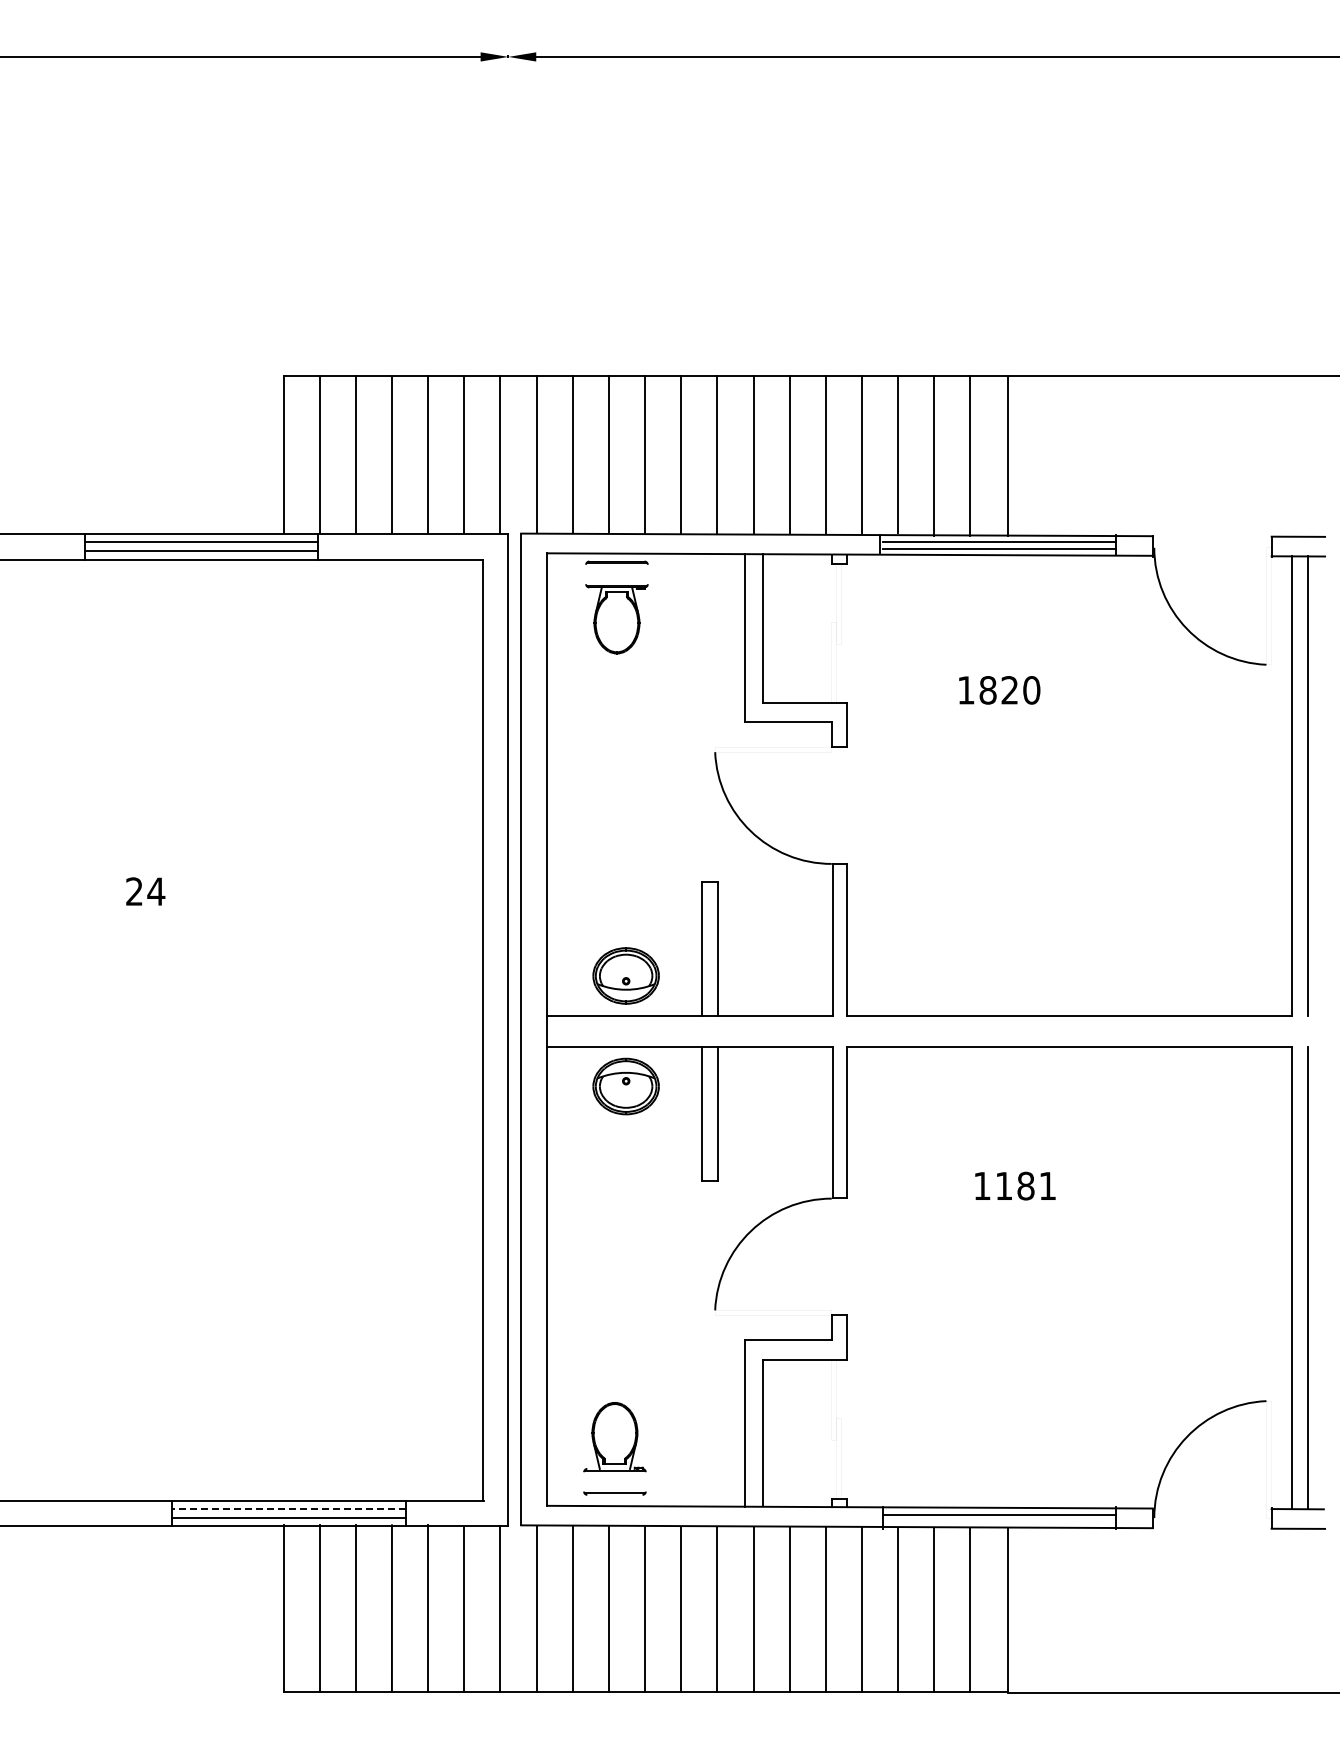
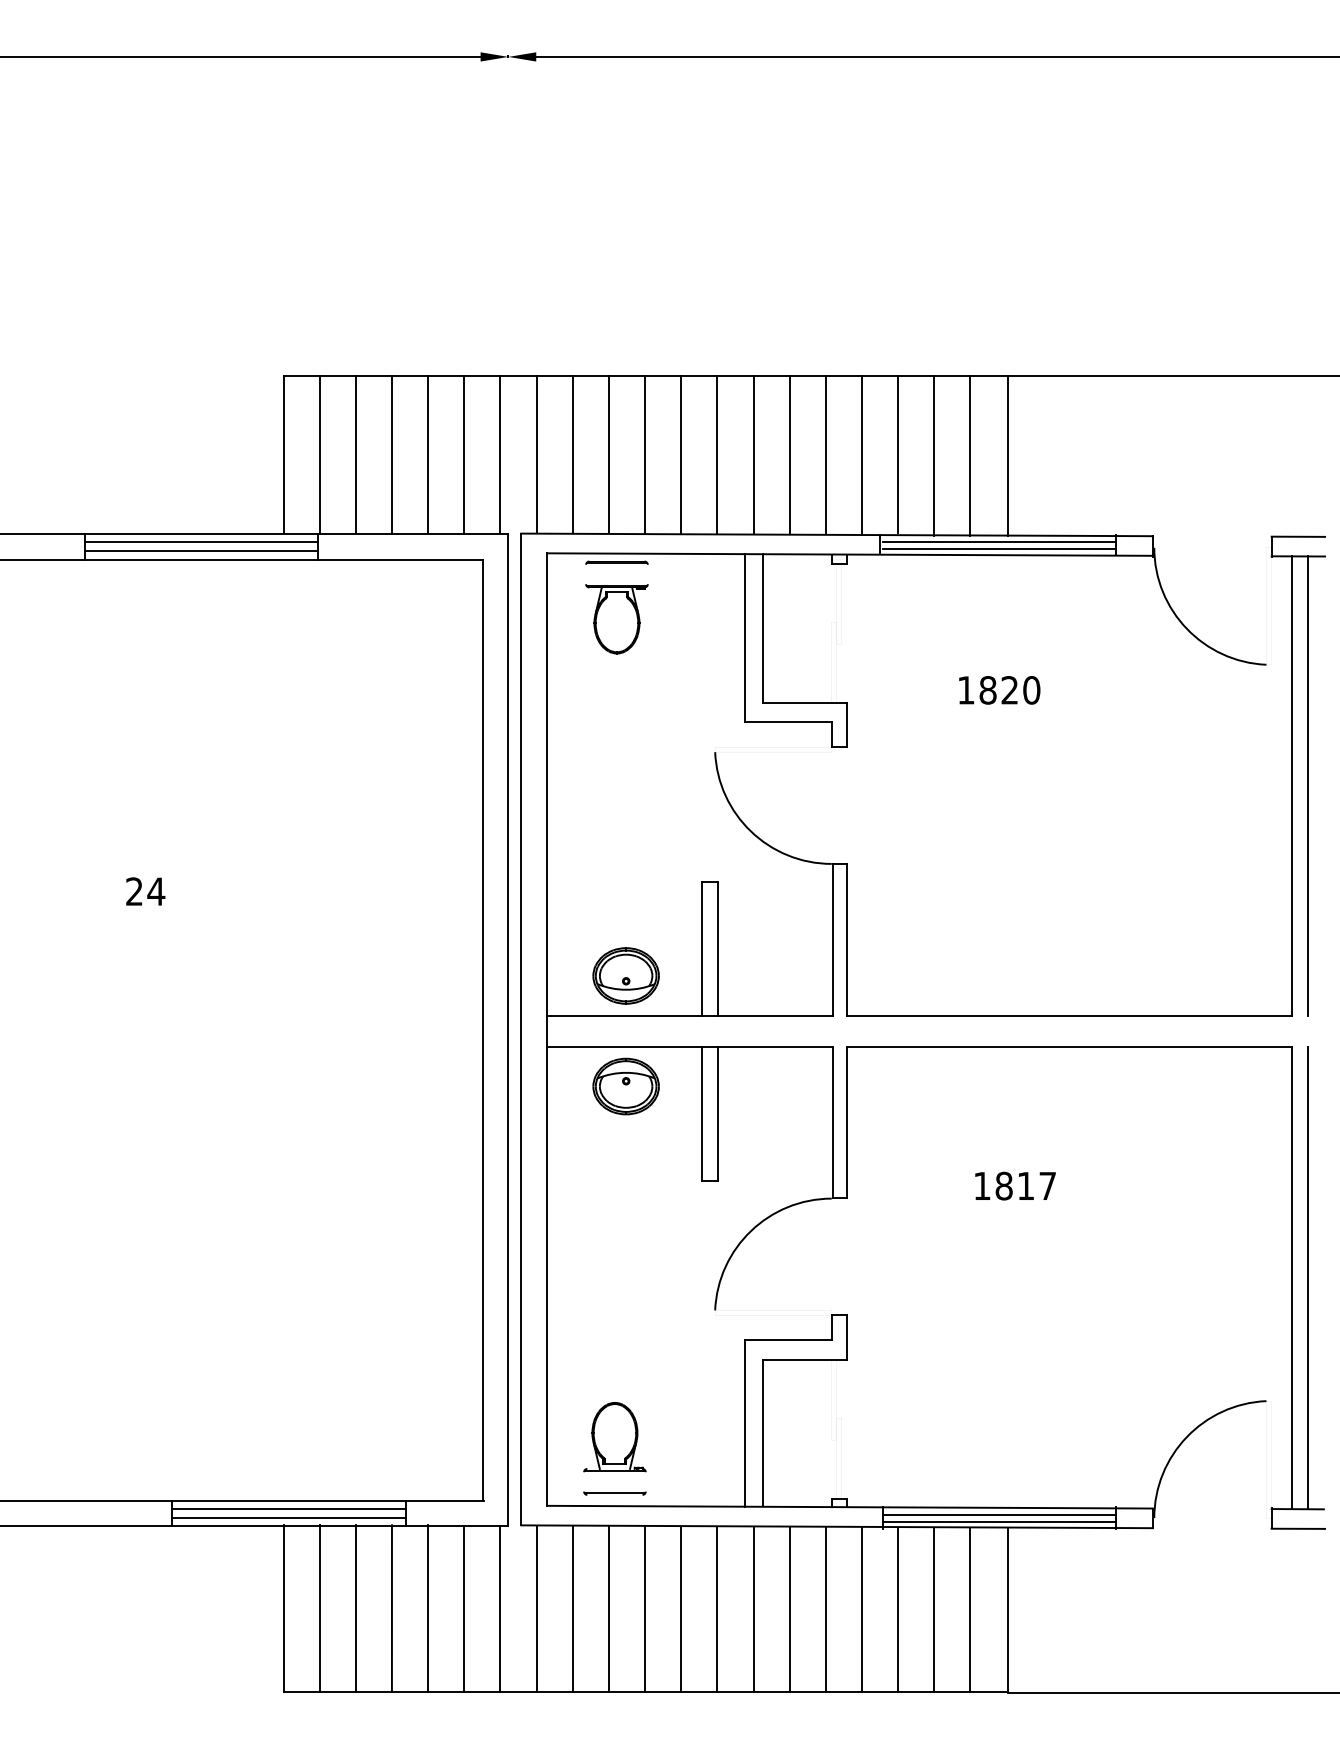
text at (1025, 1185): 1181 -> 1817
line at (288, 1509): dashed -> solid
line at (998, 1522): none -> present
